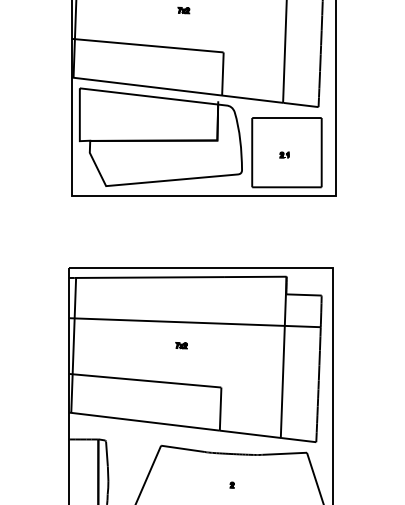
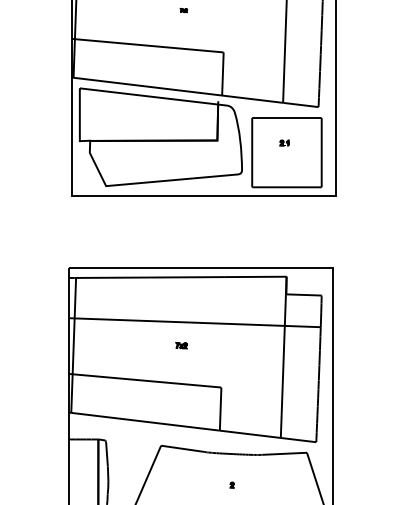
part at (183, 10) size: 14x9 px -> 10x6 px
part at (284, 154) position: (284, 154) -> (284, 142)
